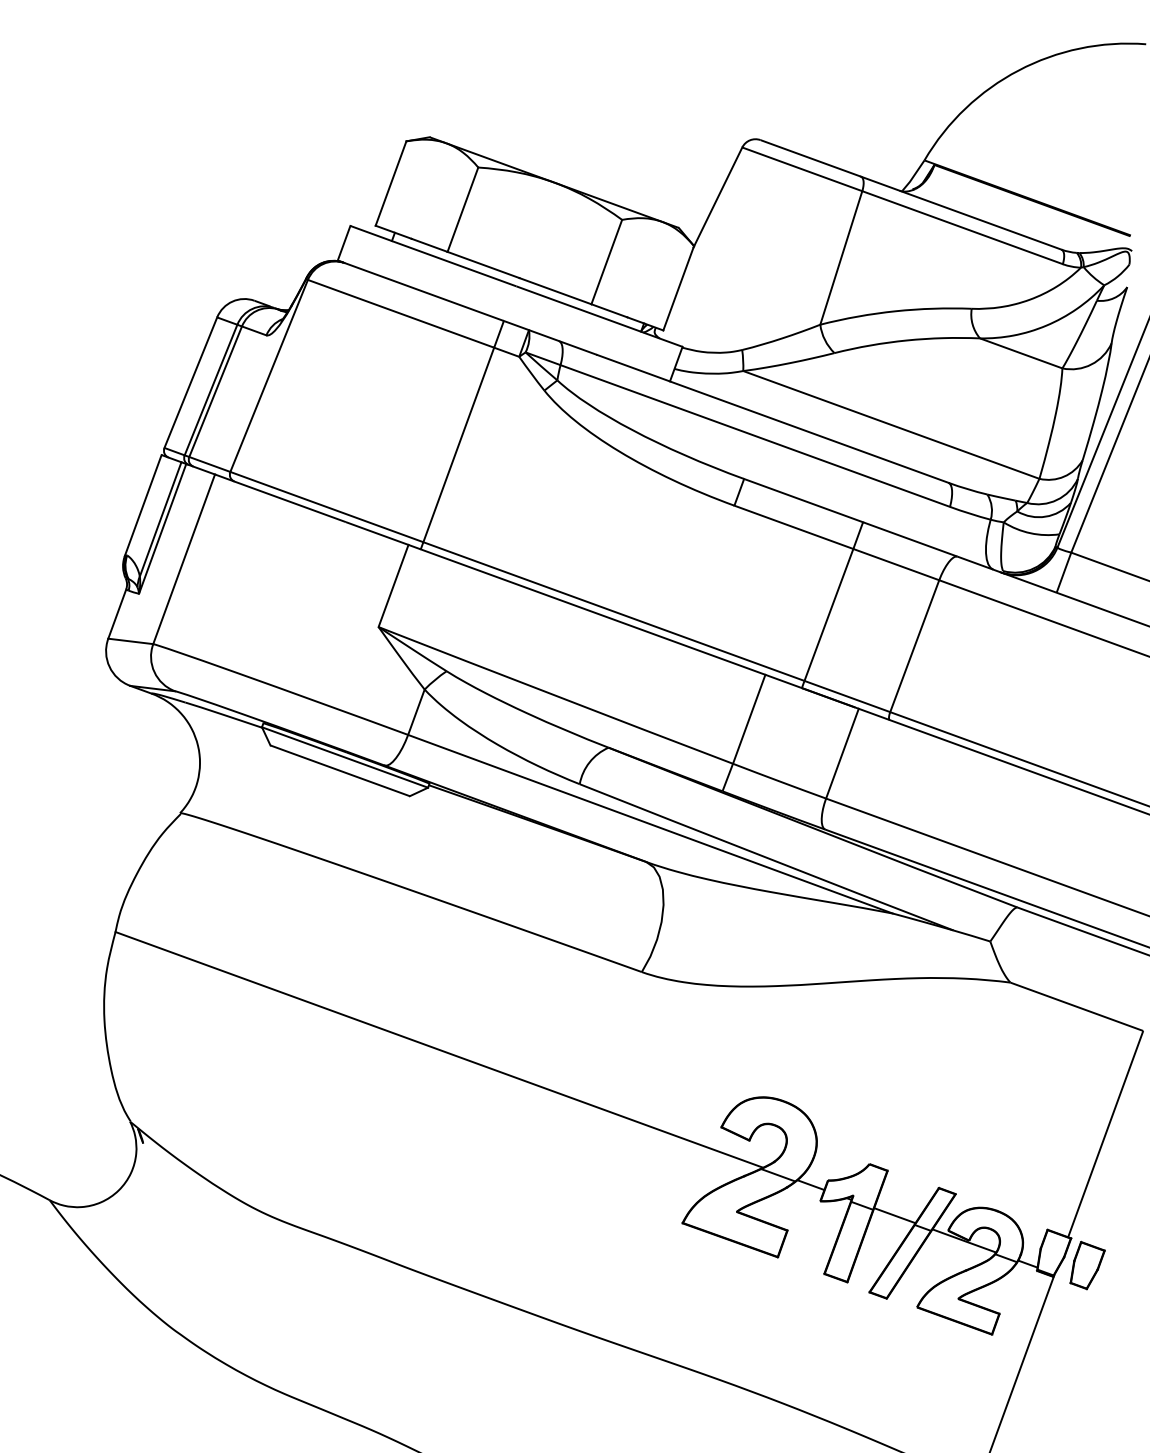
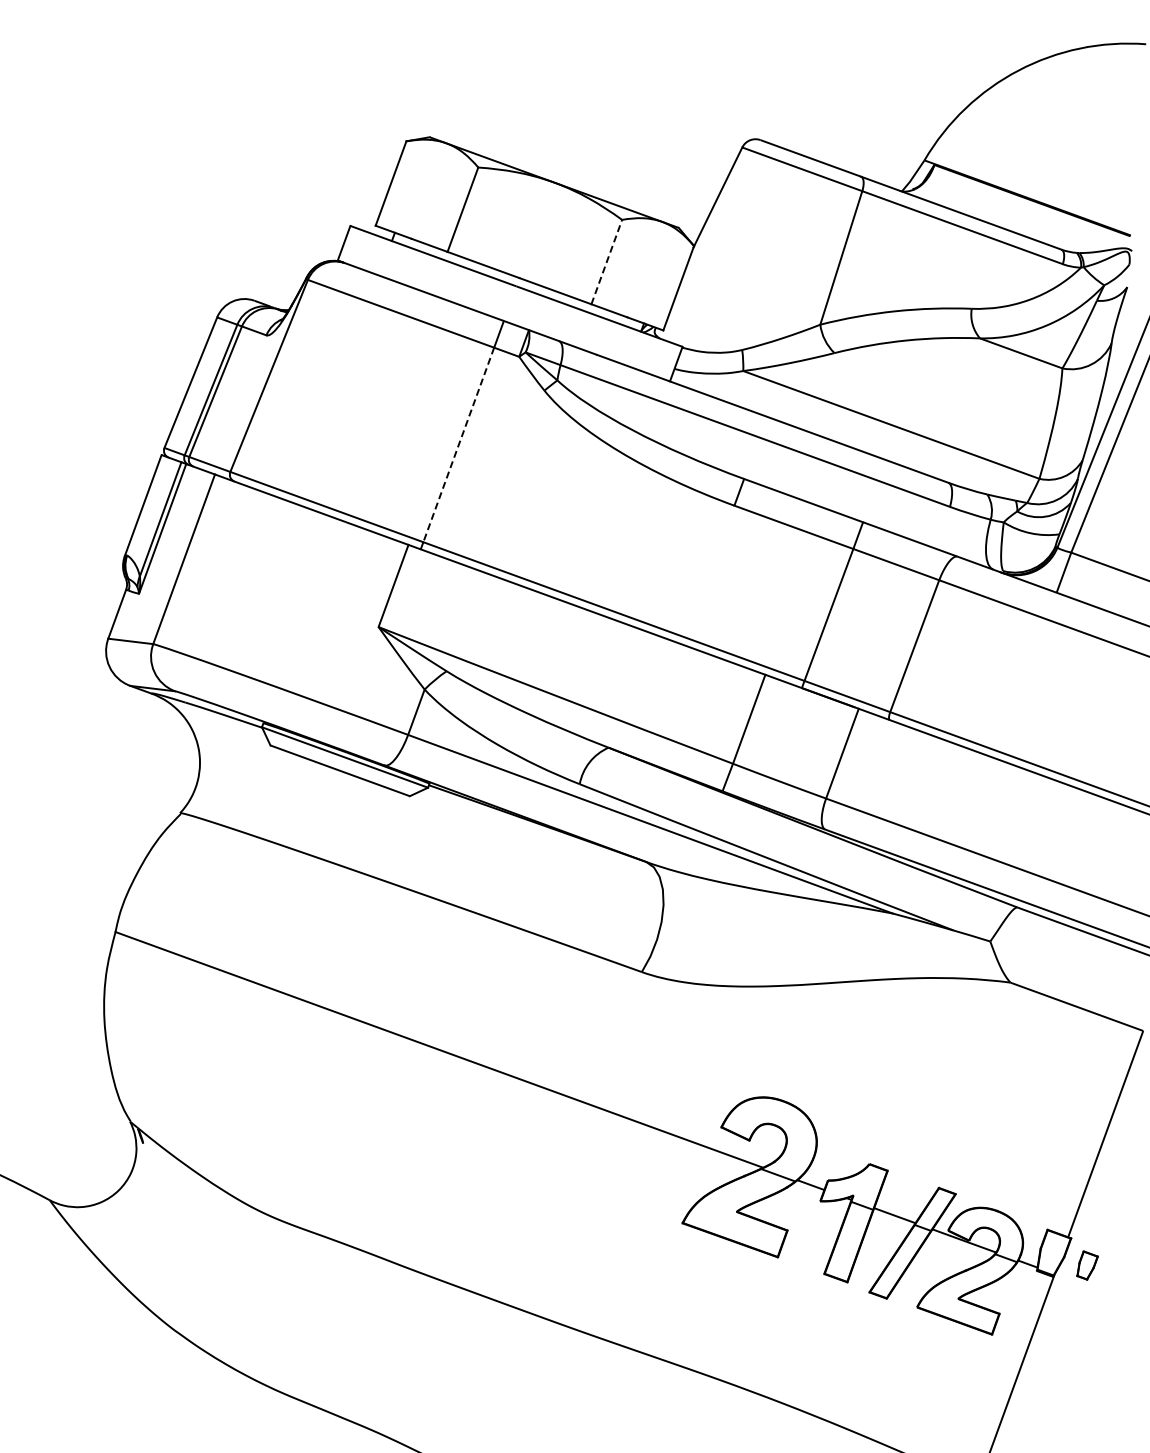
line at (606, 262): solid -> dashed
line at (458, 445): solid -> dashed
part at (1087, 1265) size: 37x51 px -> 23x31 px
